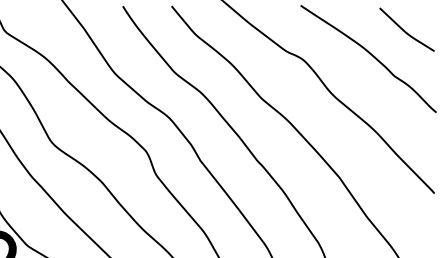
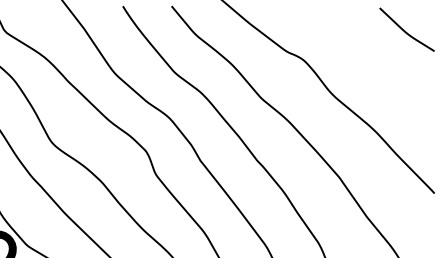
curve at (369, 54): present -> none
